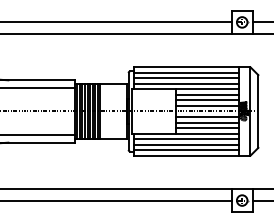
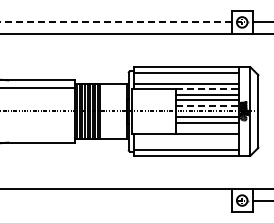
line at (115, 22): solid -> dashed
line at (185, 78): present -> none
line at (207, 89): solid -> dashed
line at (207, 105): solid -> dashed
line at (207, 128): present -> none
line at (38, 134): present -> none
line at (185, 139): present -> none
line at (185, 144): present -> none
line at (116, 200): present -> none
